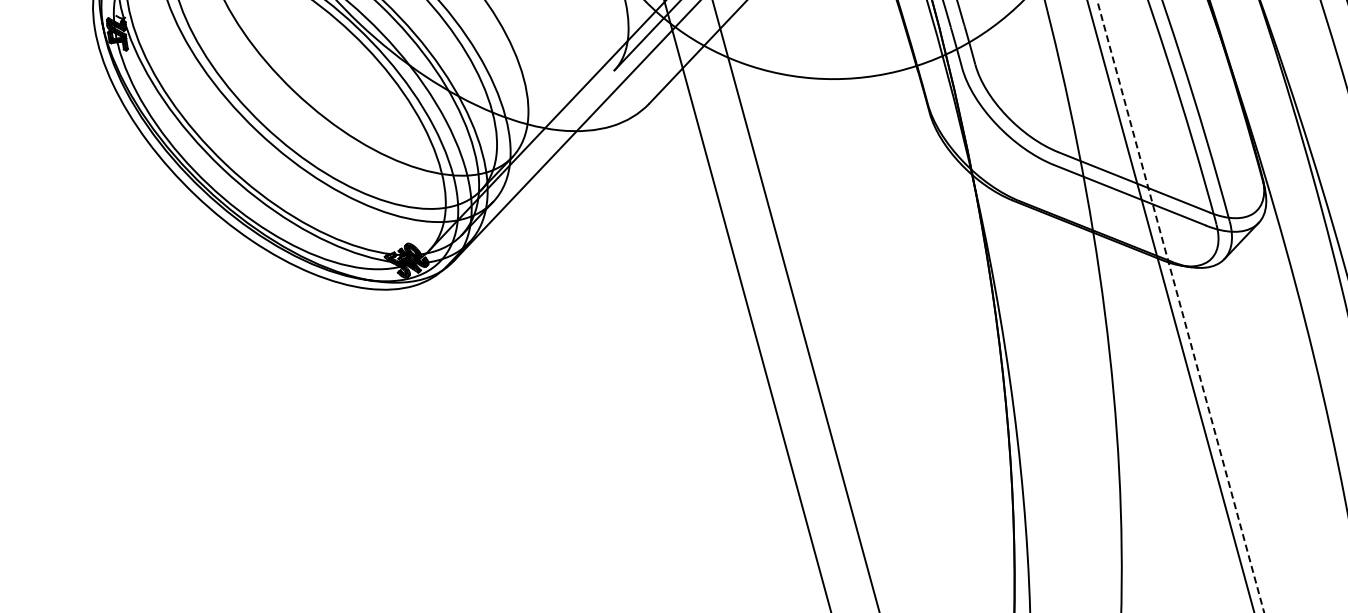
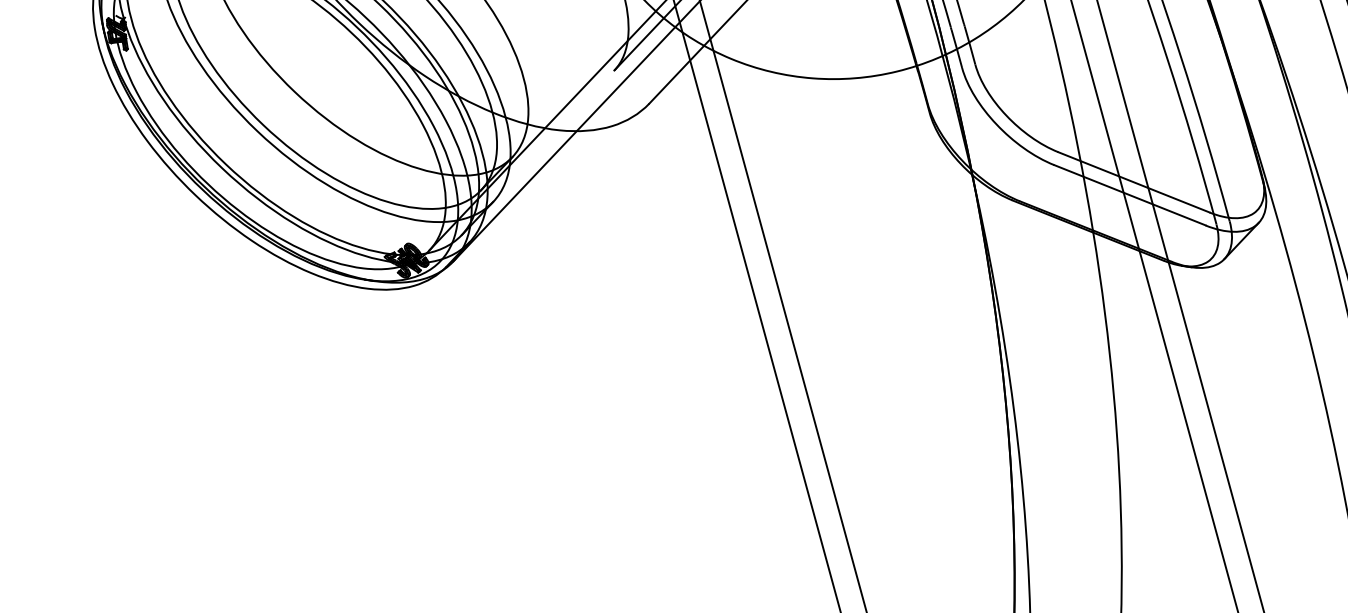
line at (747, 305) position: (747, 305) -> (757, 305)
line at (795, 305) position: (795, 305) -> (783, 305)
line at (1170, 305) position: (1170, 305) -> (1154, 305)
line at (1180, 305): dashed -> solid
